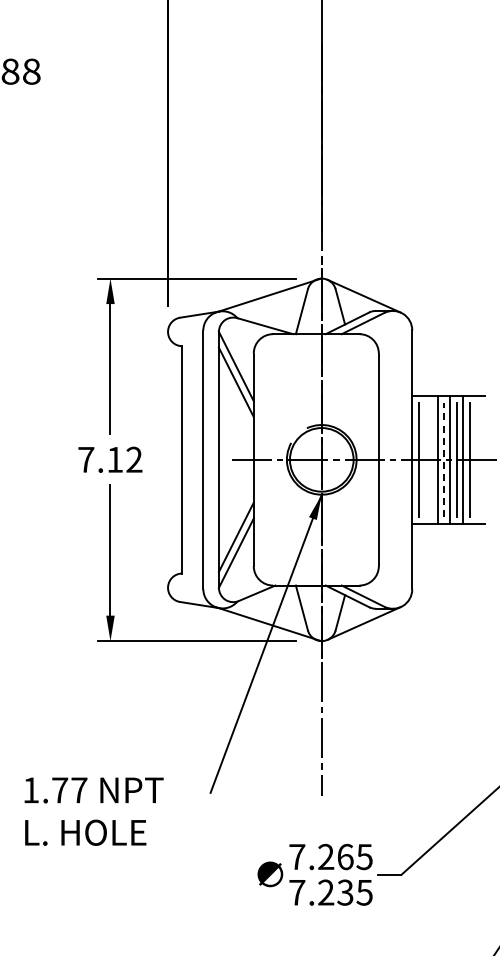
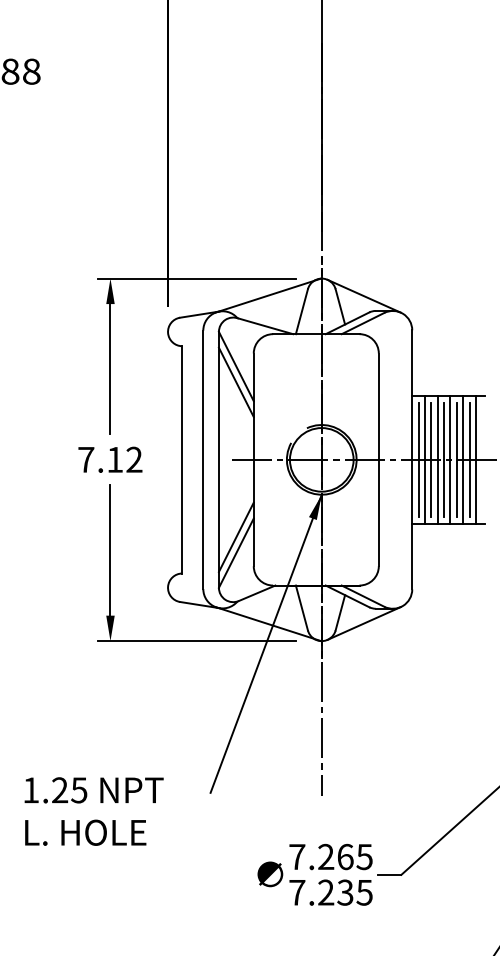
line at (424, 459): none -> present
line at (431, 459): none -> present
line at (444, 459): dashed -> solid
line at (475, 459): none -> present
text at (69, 790): 1.77 -> 1.25
